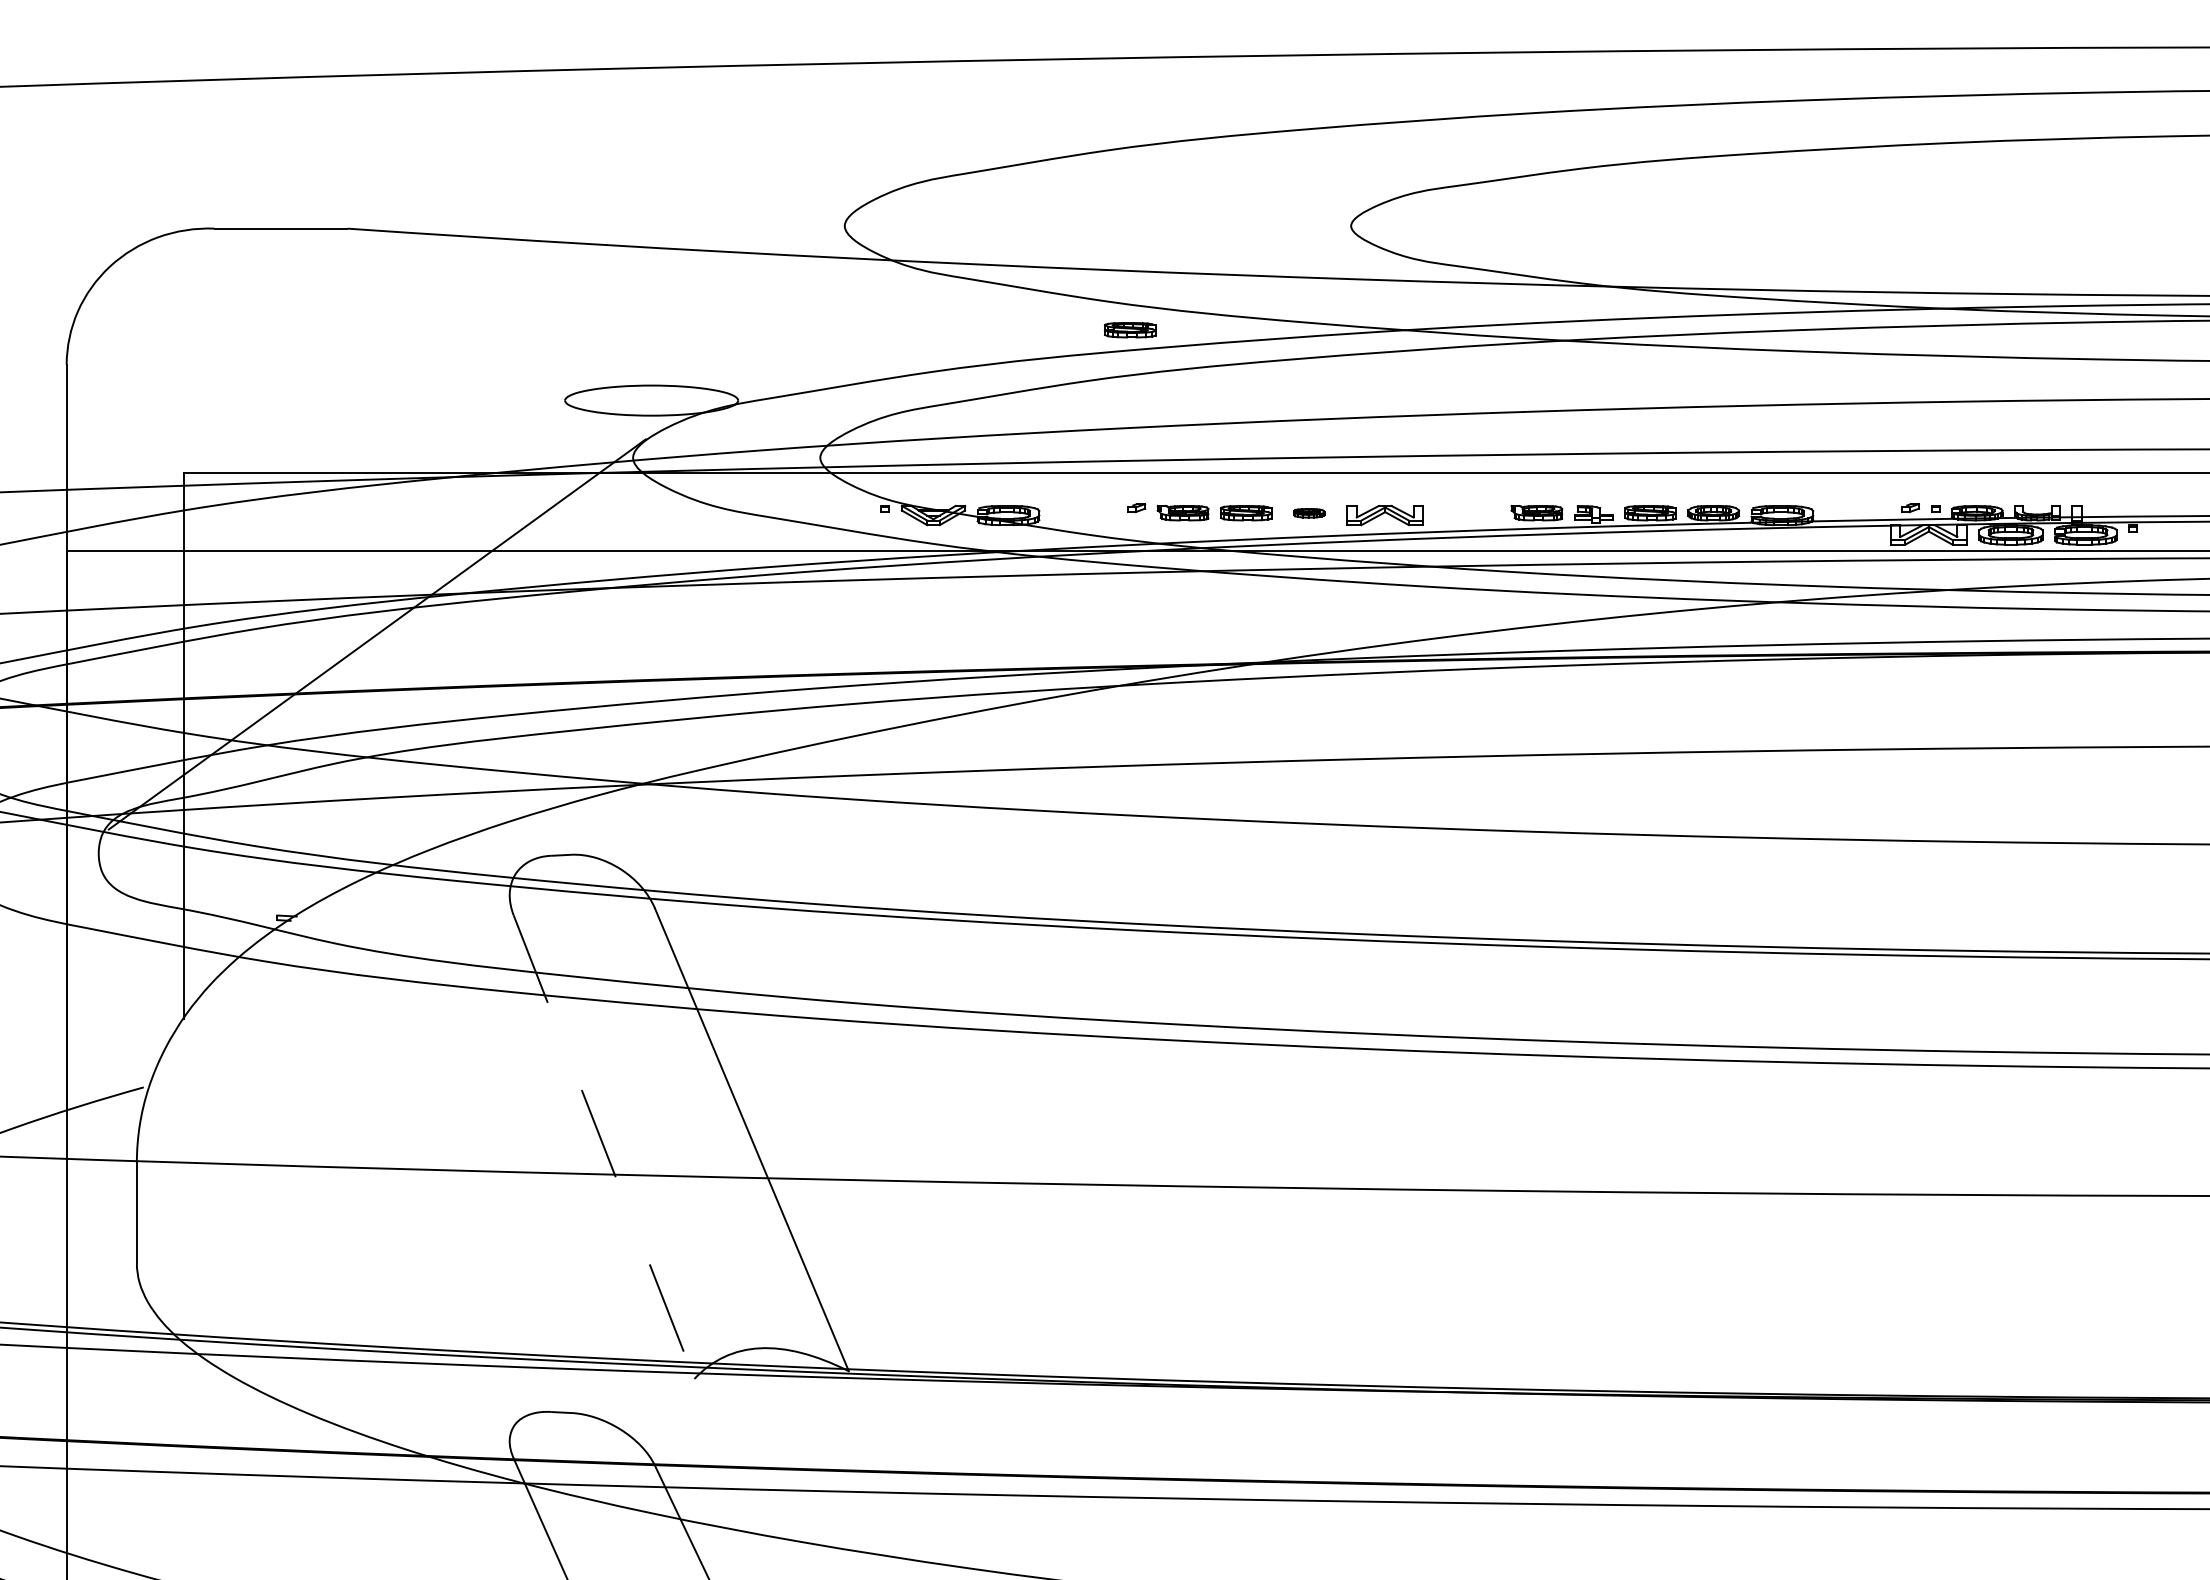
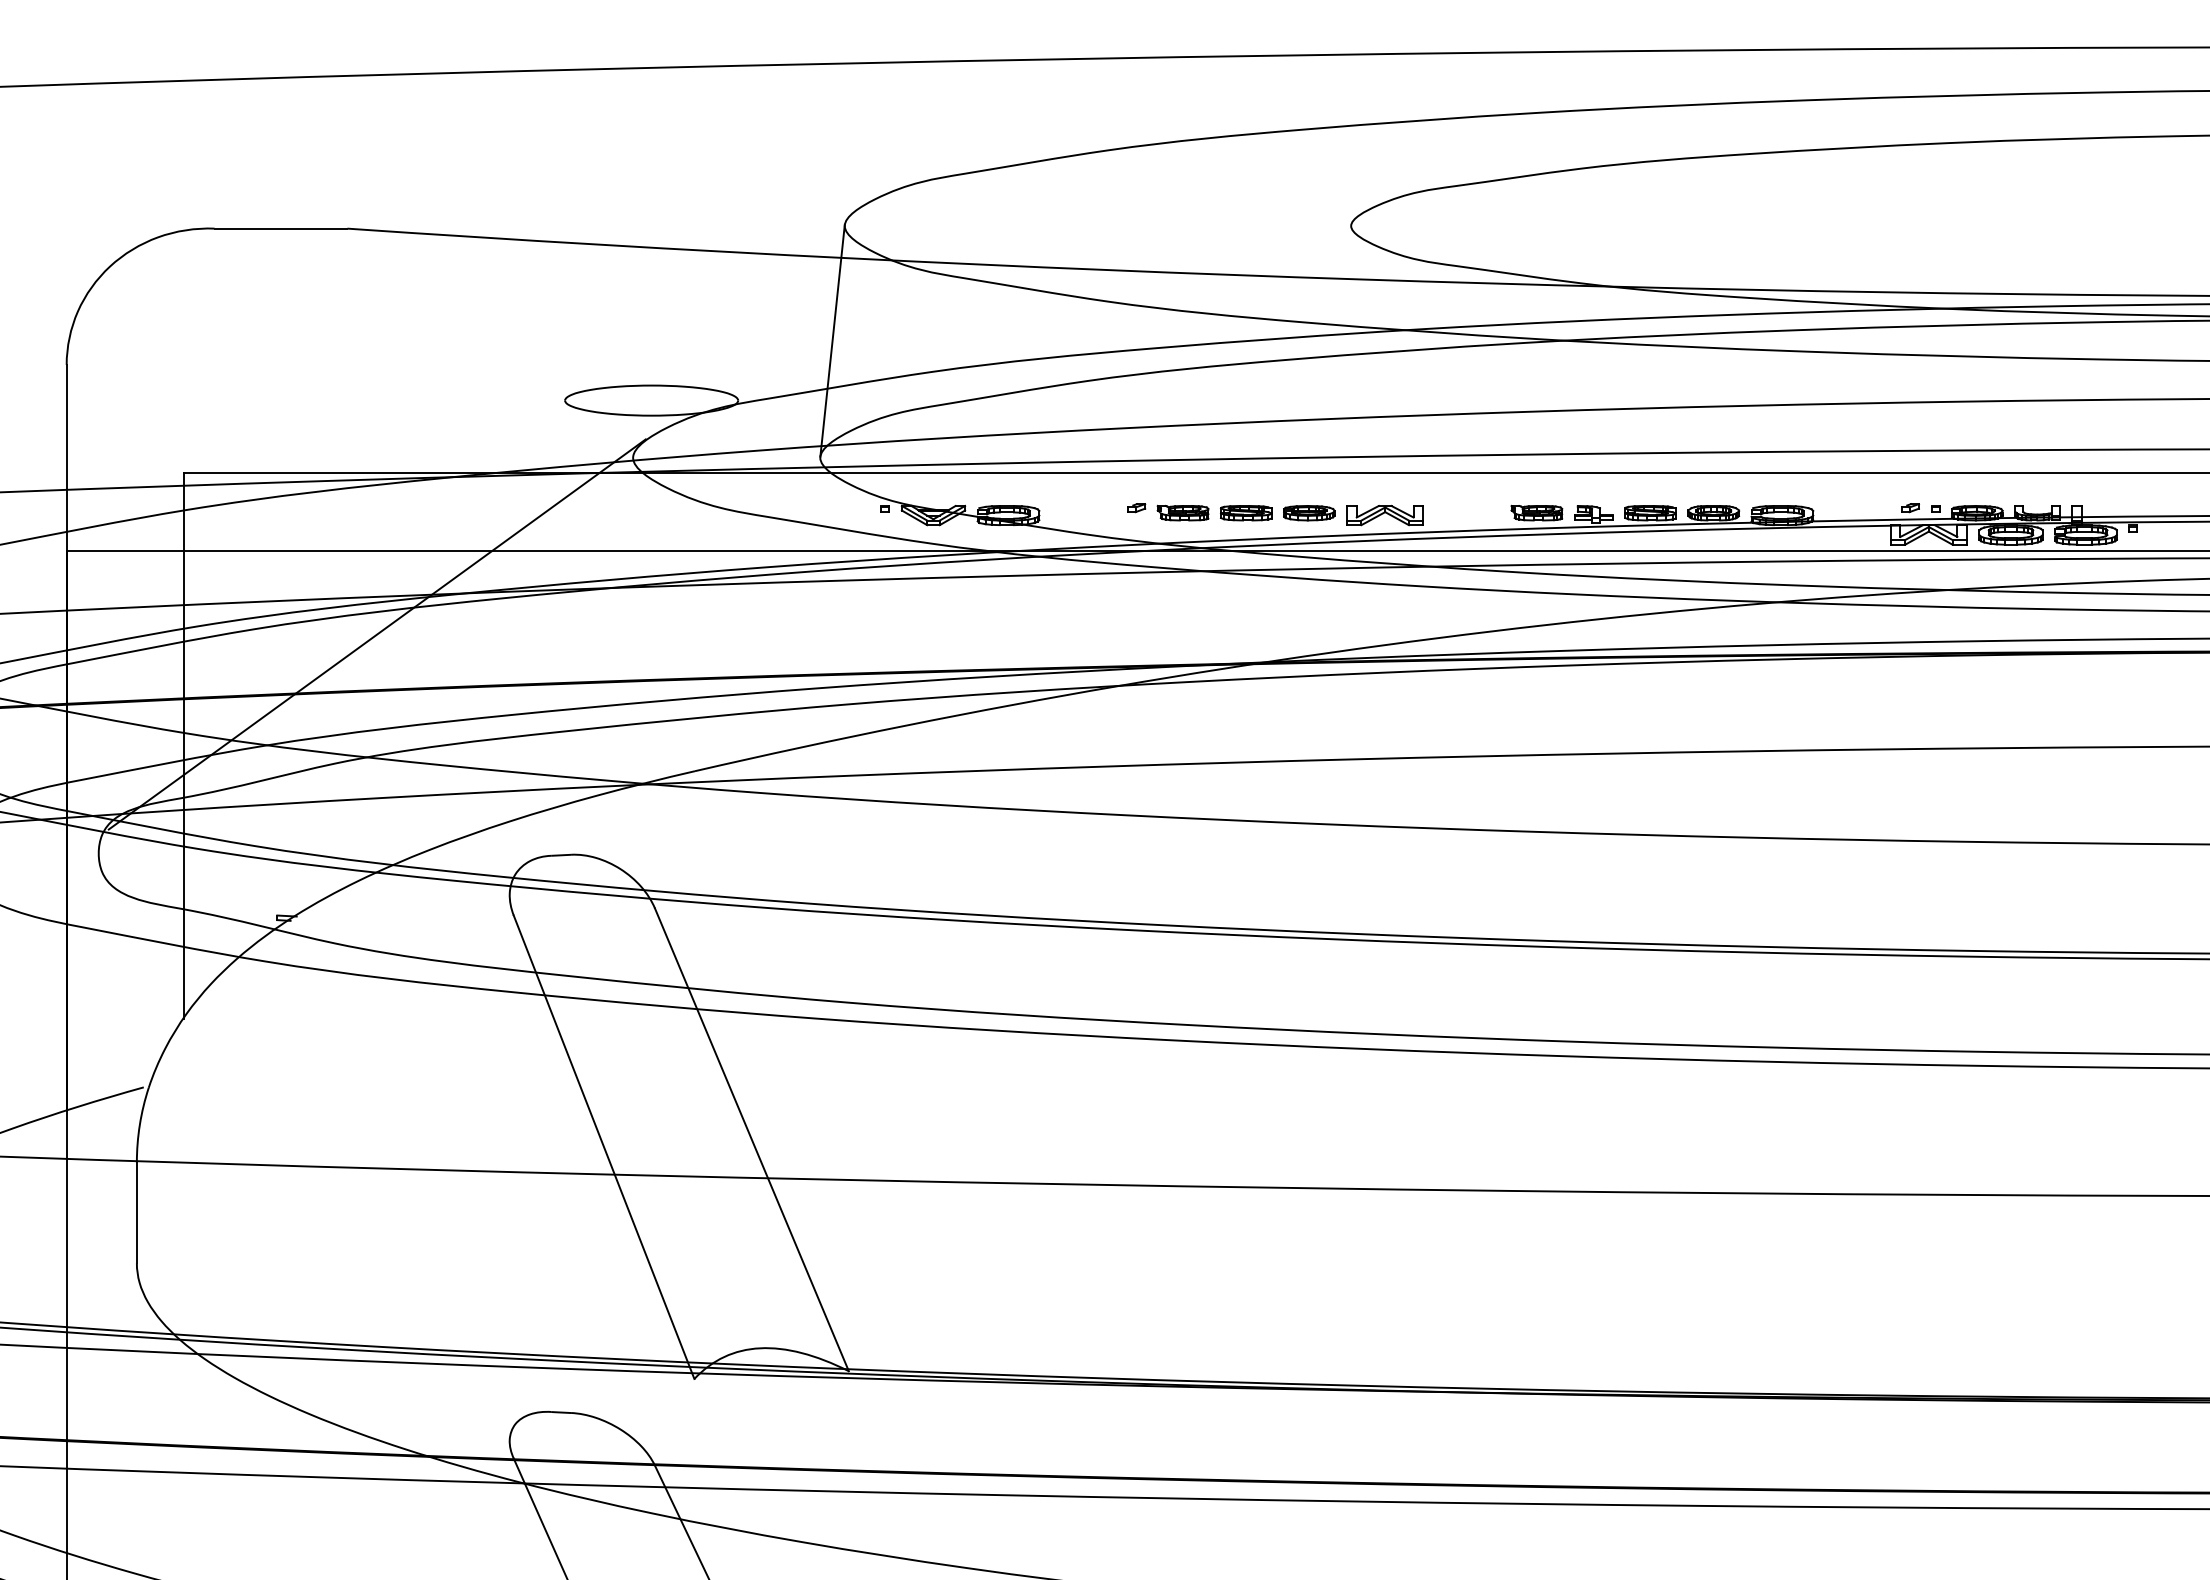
part at (1130, 330): present -> none
line at (832, 340): none -> present
part at (1309, 513) size: 33x11 px -> 53x17 px
line at (604, 1147): dashed -> solid
